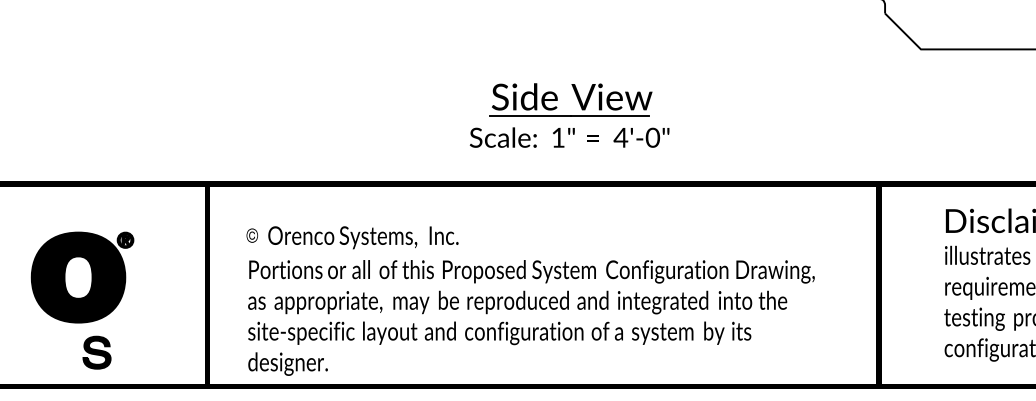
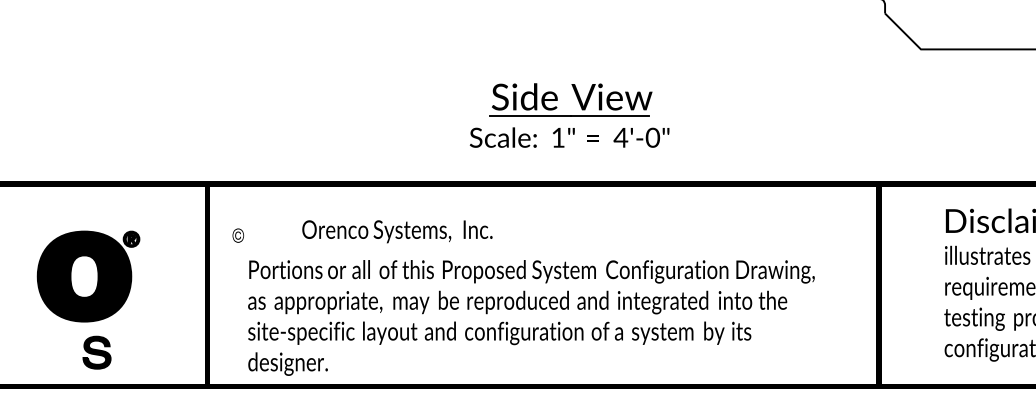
text at (251, 235) position: (251, 235) -> (237, 235)
text at (363, 237) position: (363, 237) -> (397, 231)
part at (82, 277) position: (82, 277) -> (88, 276)
